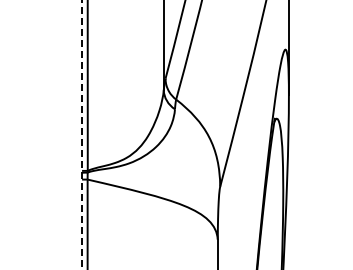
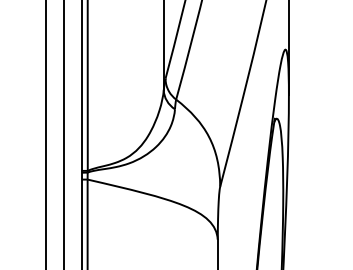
line at (45, 134): none -> present
line at (64, 134): none -> present
line at (82, 134): dashed -> solid
